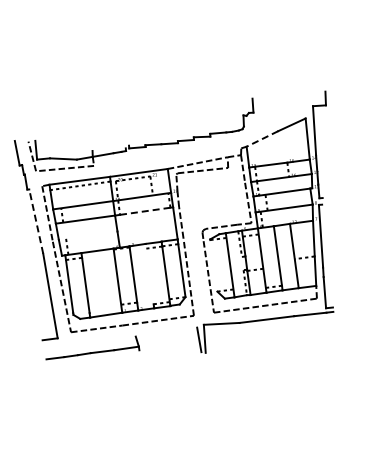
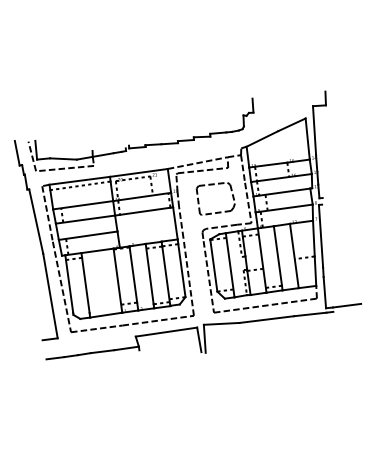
line at (262, 138): dashed -> solid
part at (214, 185): none -> present
line at (145, 211): dashed -> solid
line at (36, 221): dashed -> solid
line at (87, 235): none -> present
line at (213, 265): none -> present
line at (149, 273): none -> present
line at (346, 305): none -> present
line at (166, 331): none -> present
